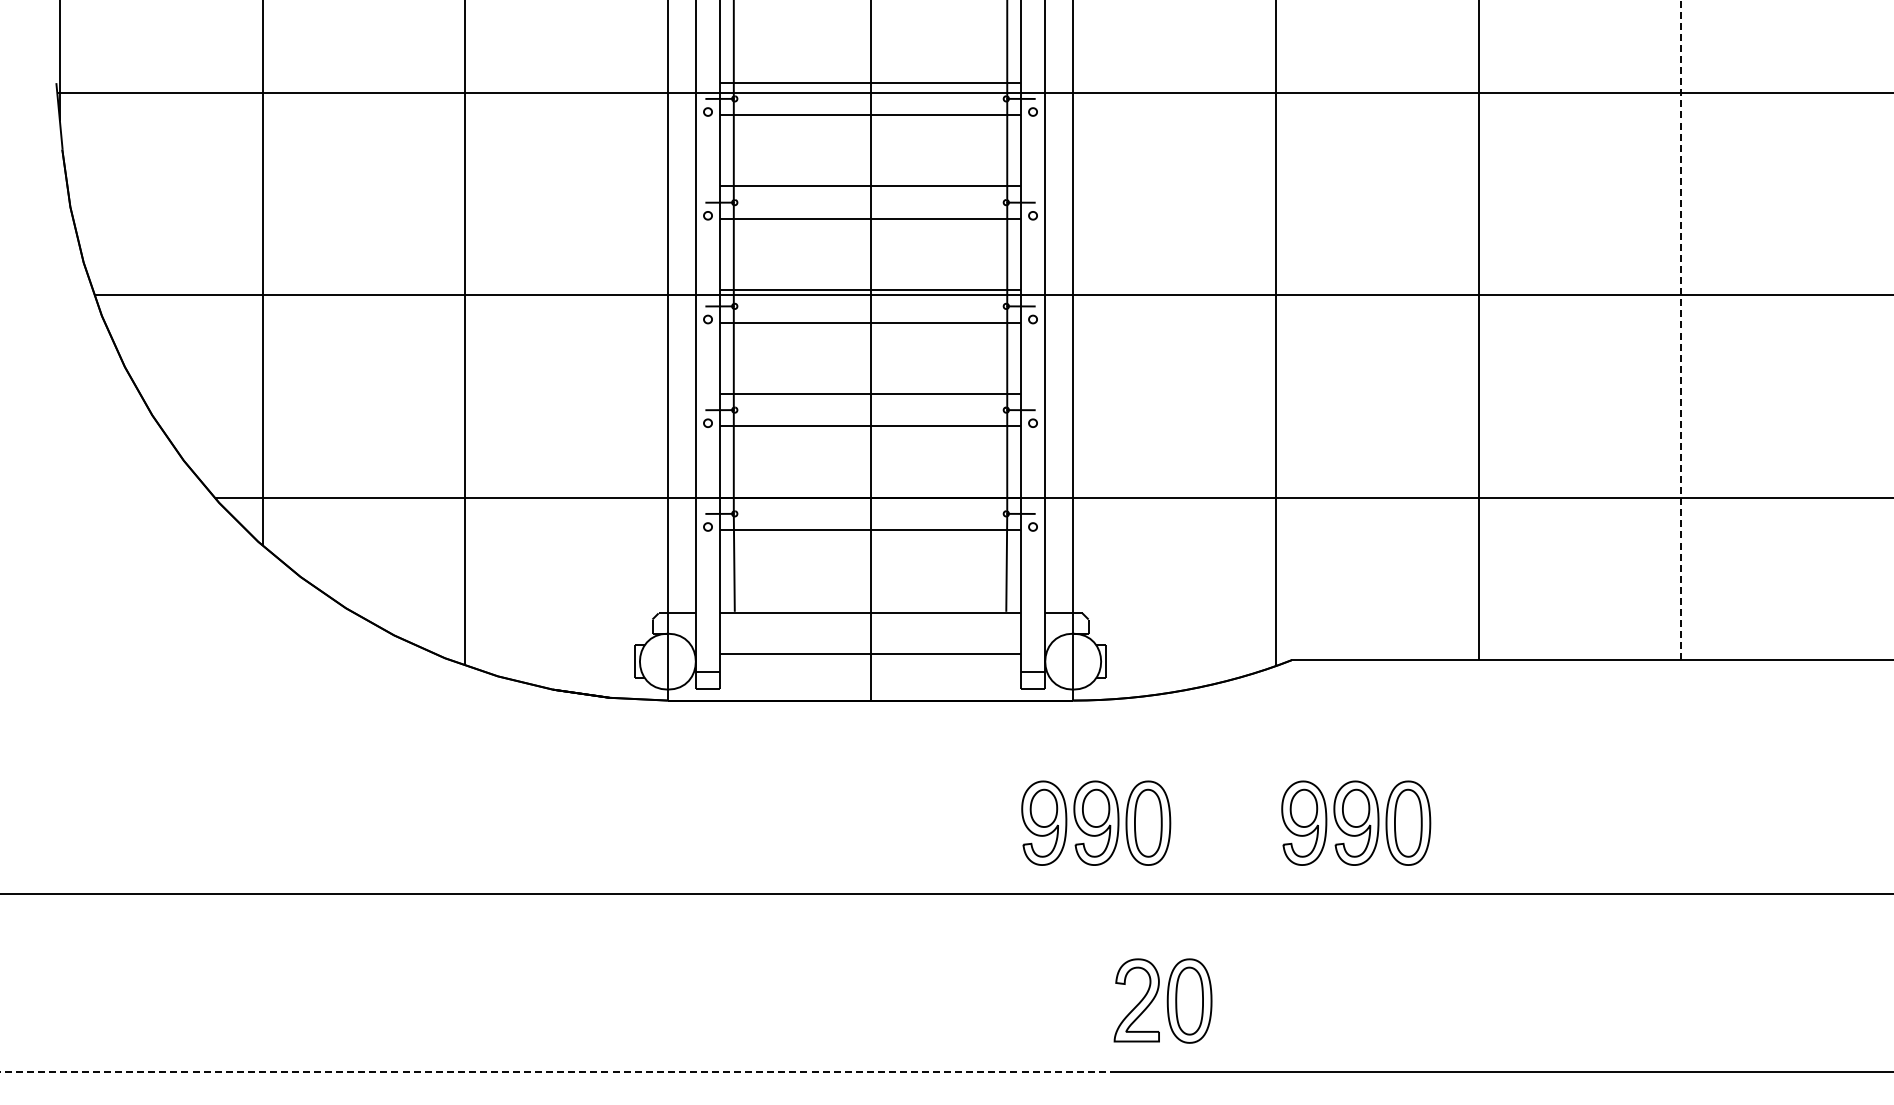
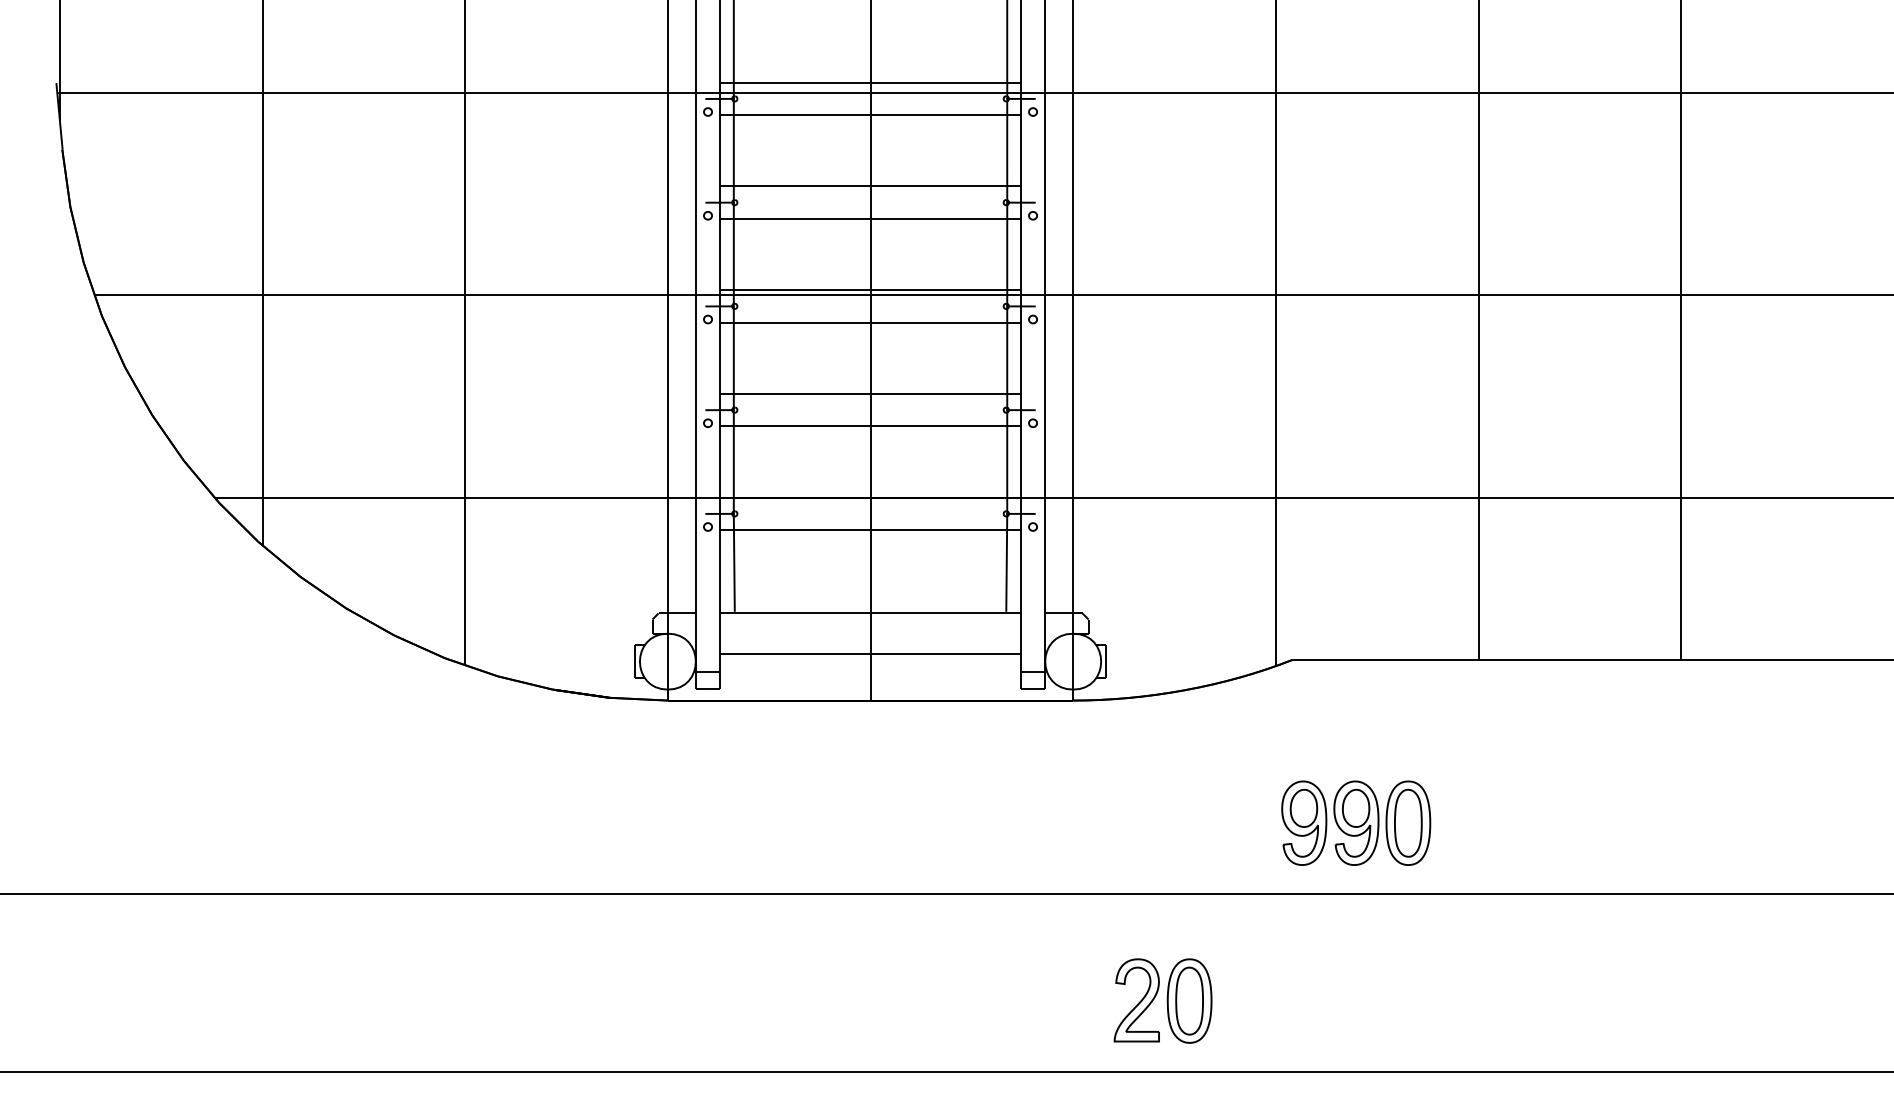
line at (1681, 330): dashed -> solid
part at (1096, 822): present -> none
line at (557, 1071): dashed -> solid
